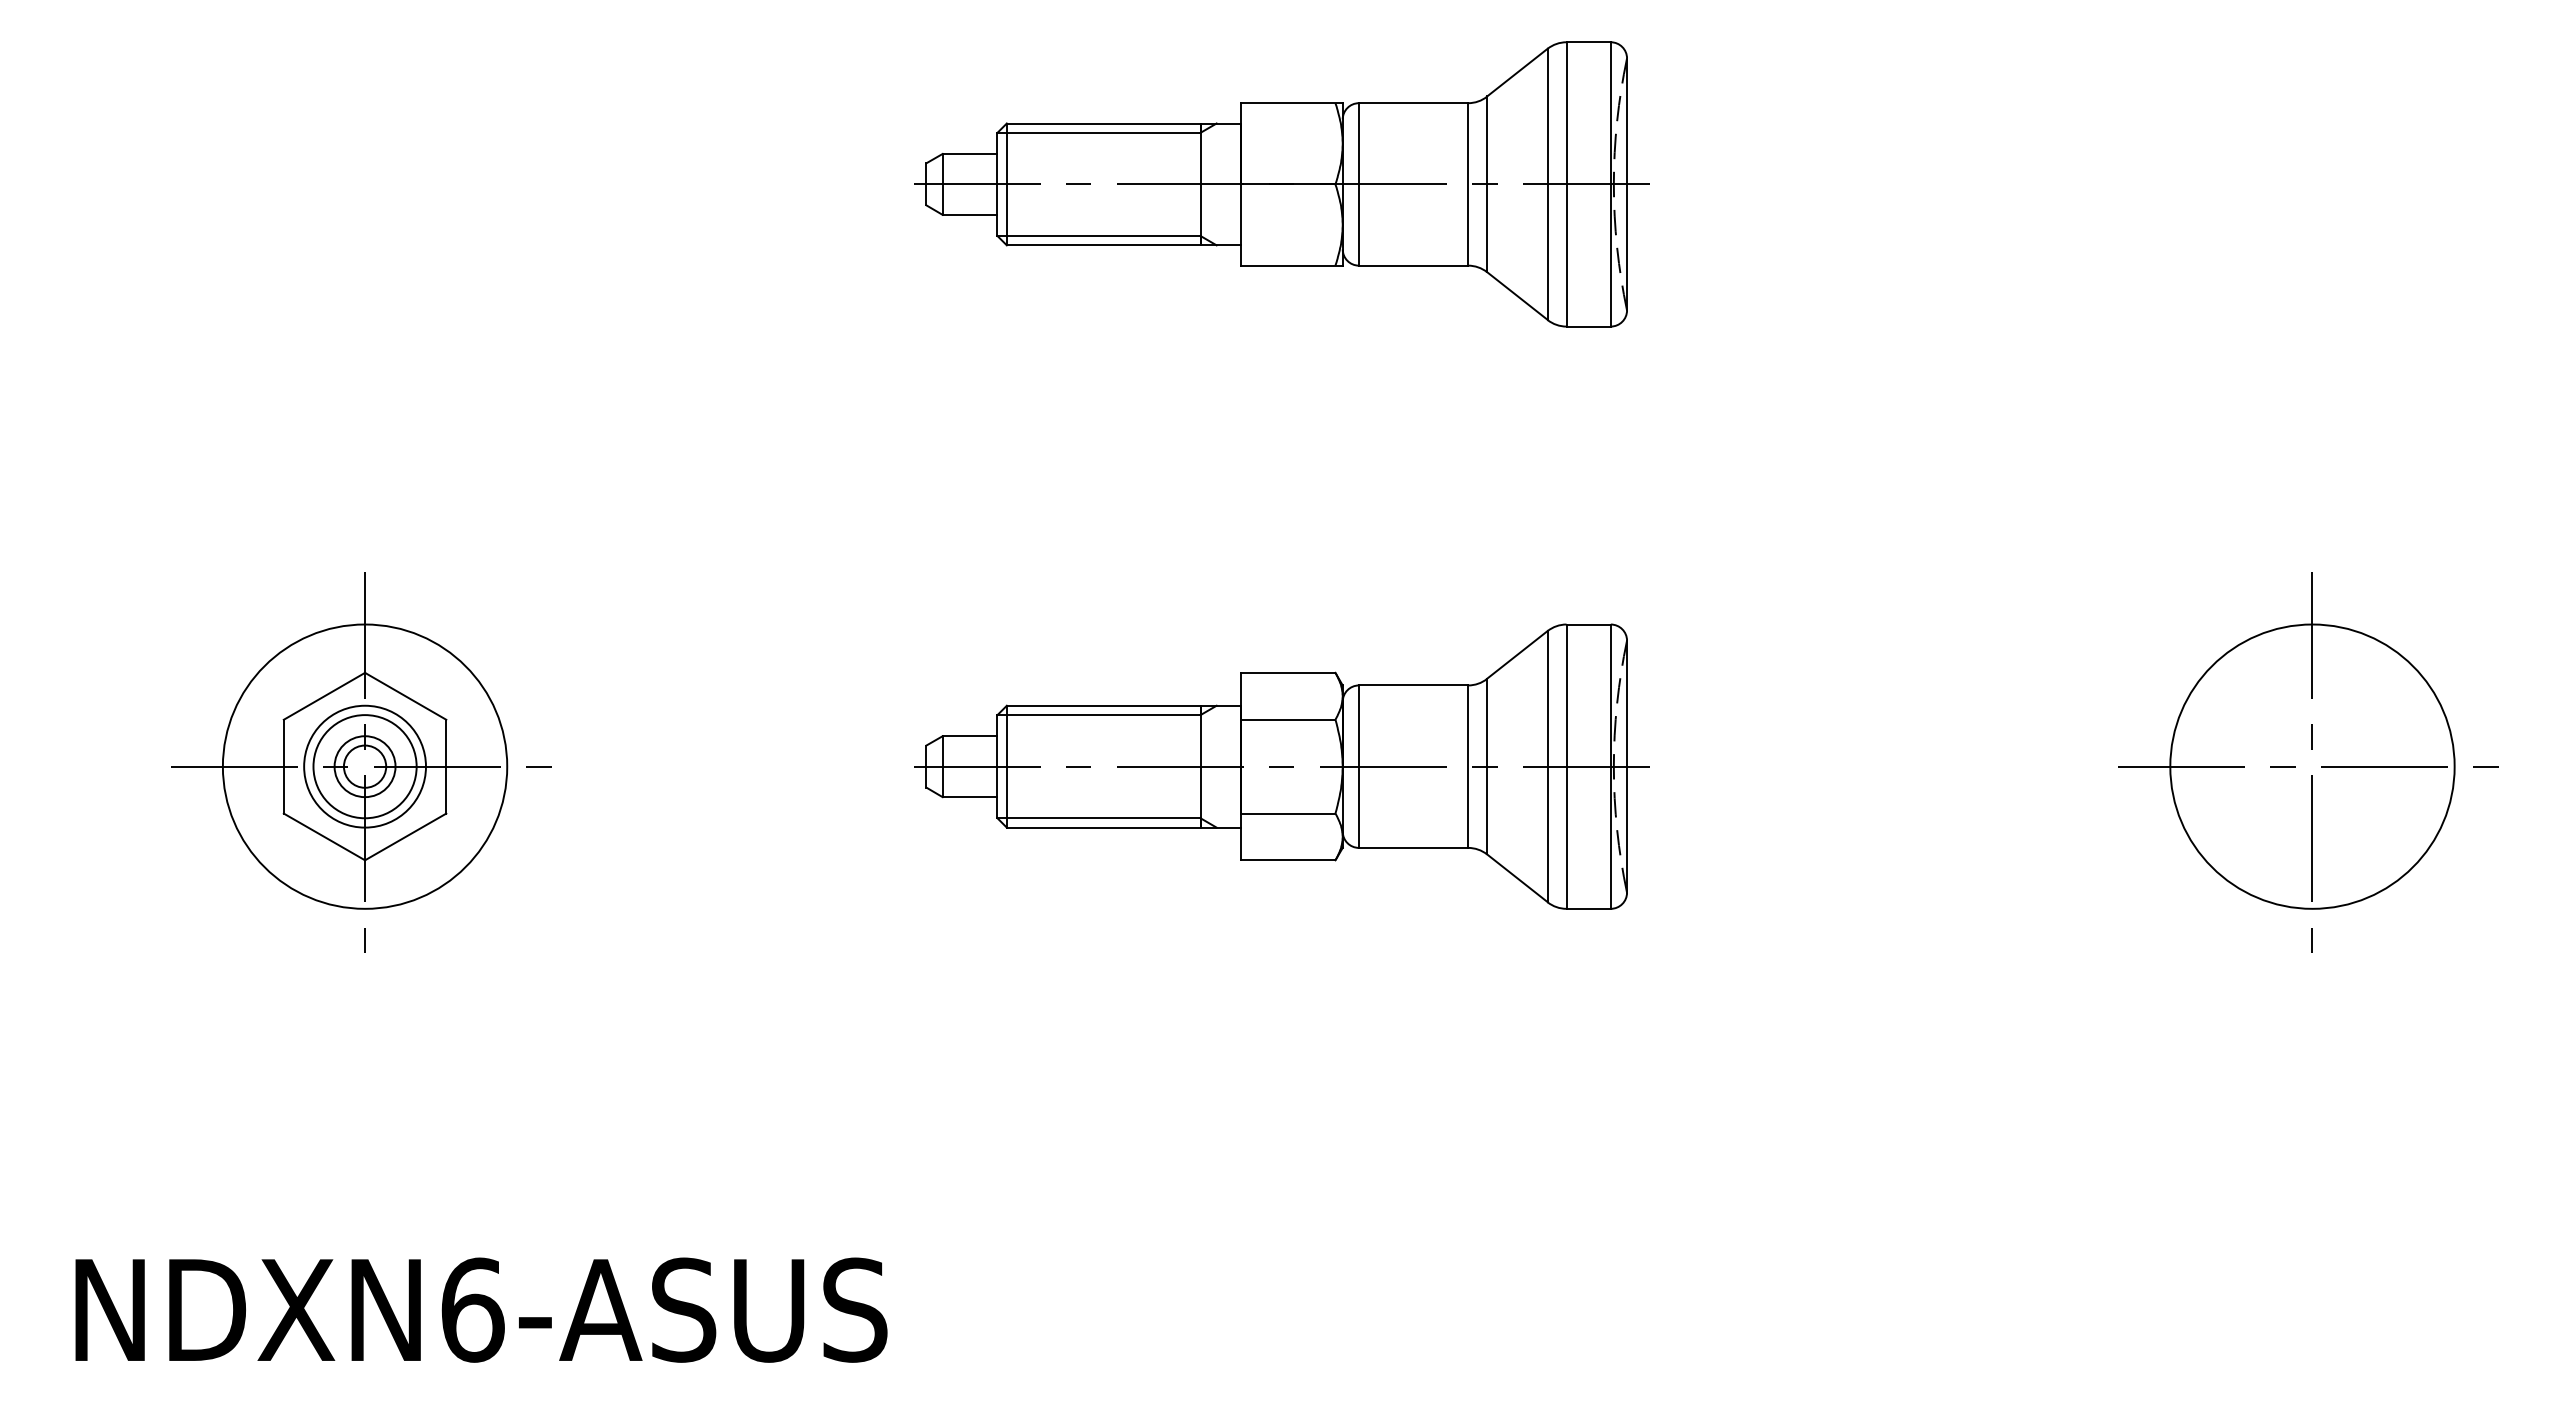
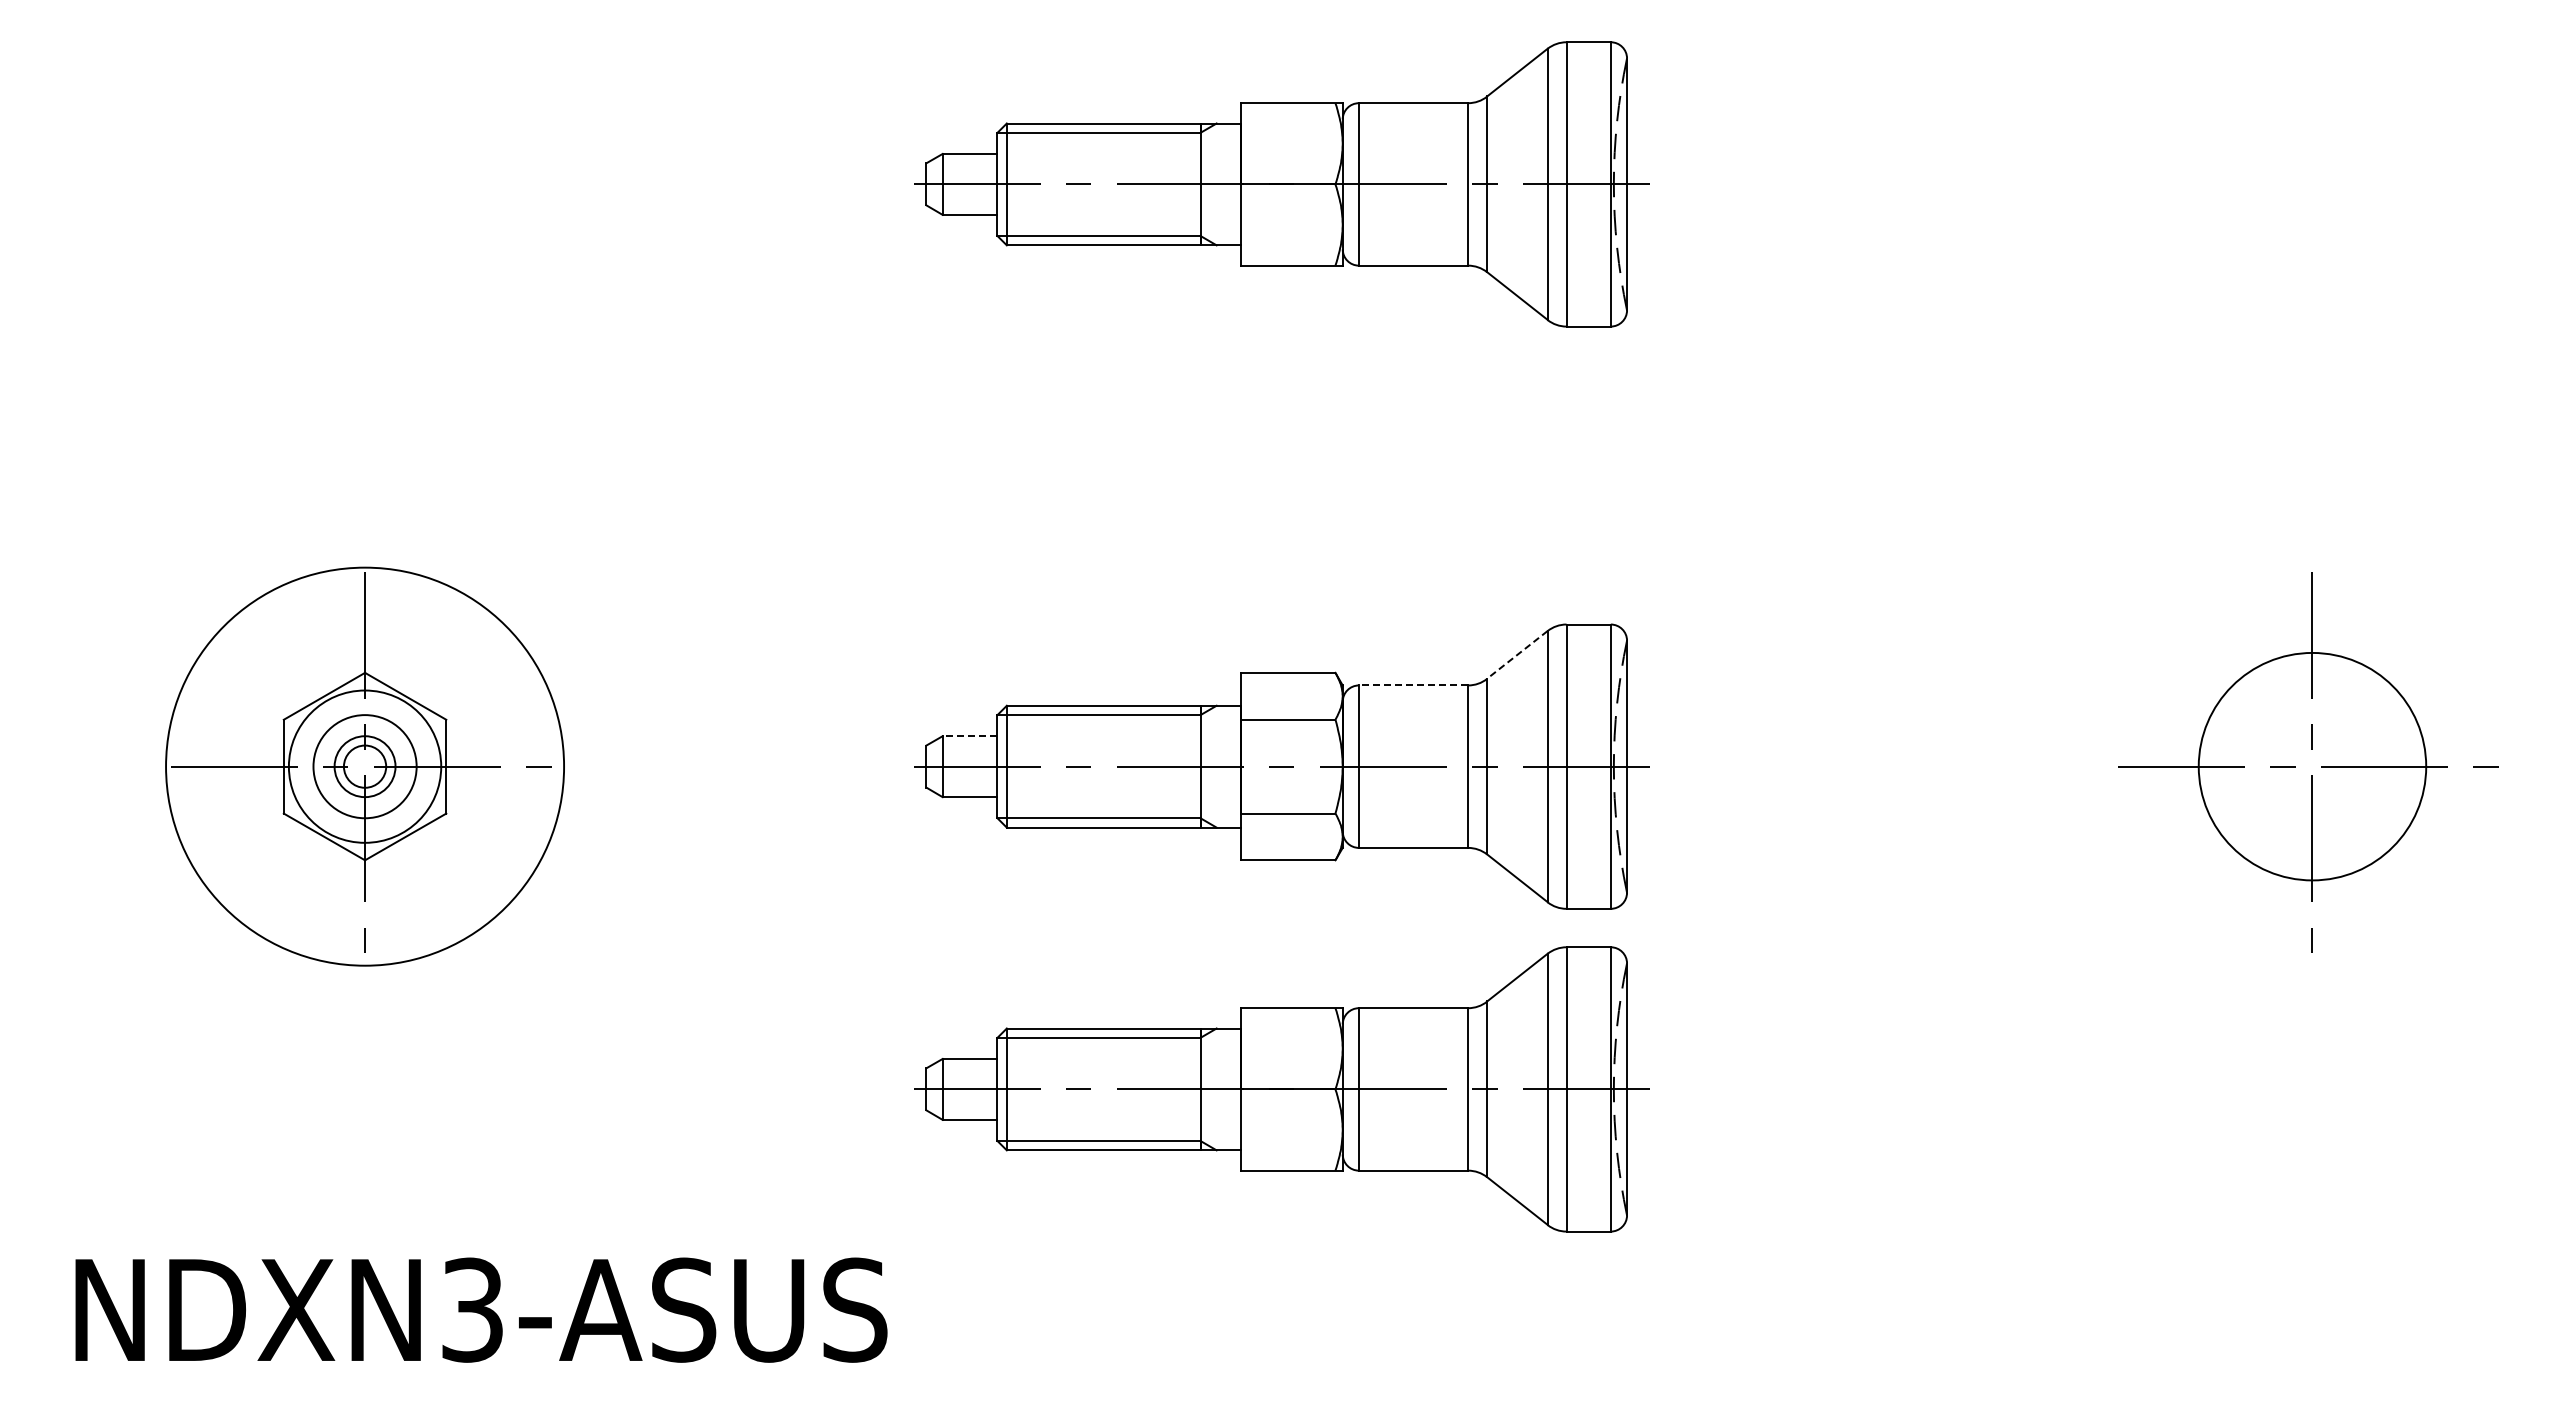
line at (1517, 654): solid -> dashed
line at (1413, 685): solid -> dashed
line at (969, 736): solid -> dashed
circle at (364, 766) diameter: 284 px -> 398 px
circle at (365, 766) diameter: 122 px -> 152 px
circle at (2312, 766) diameter: 284 px -> 227 px
part at (1281, 1089): none -> present
text at (472, 1309): NDXN6-ASUS -> NDXN3-ASUS
